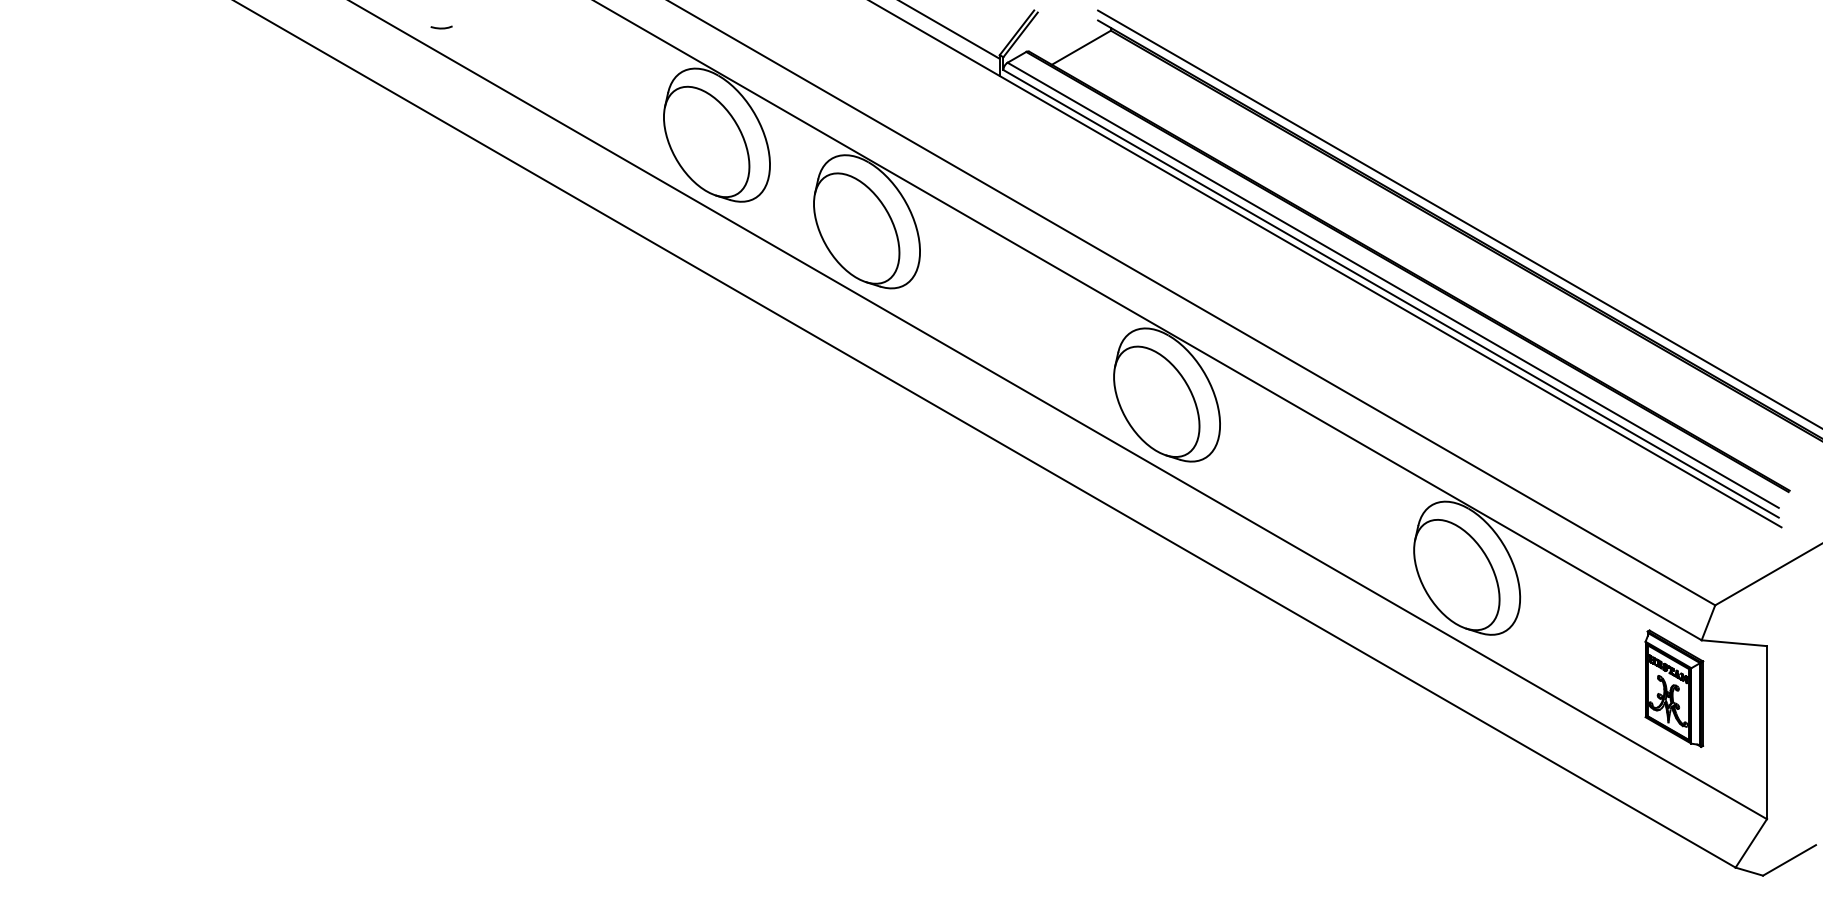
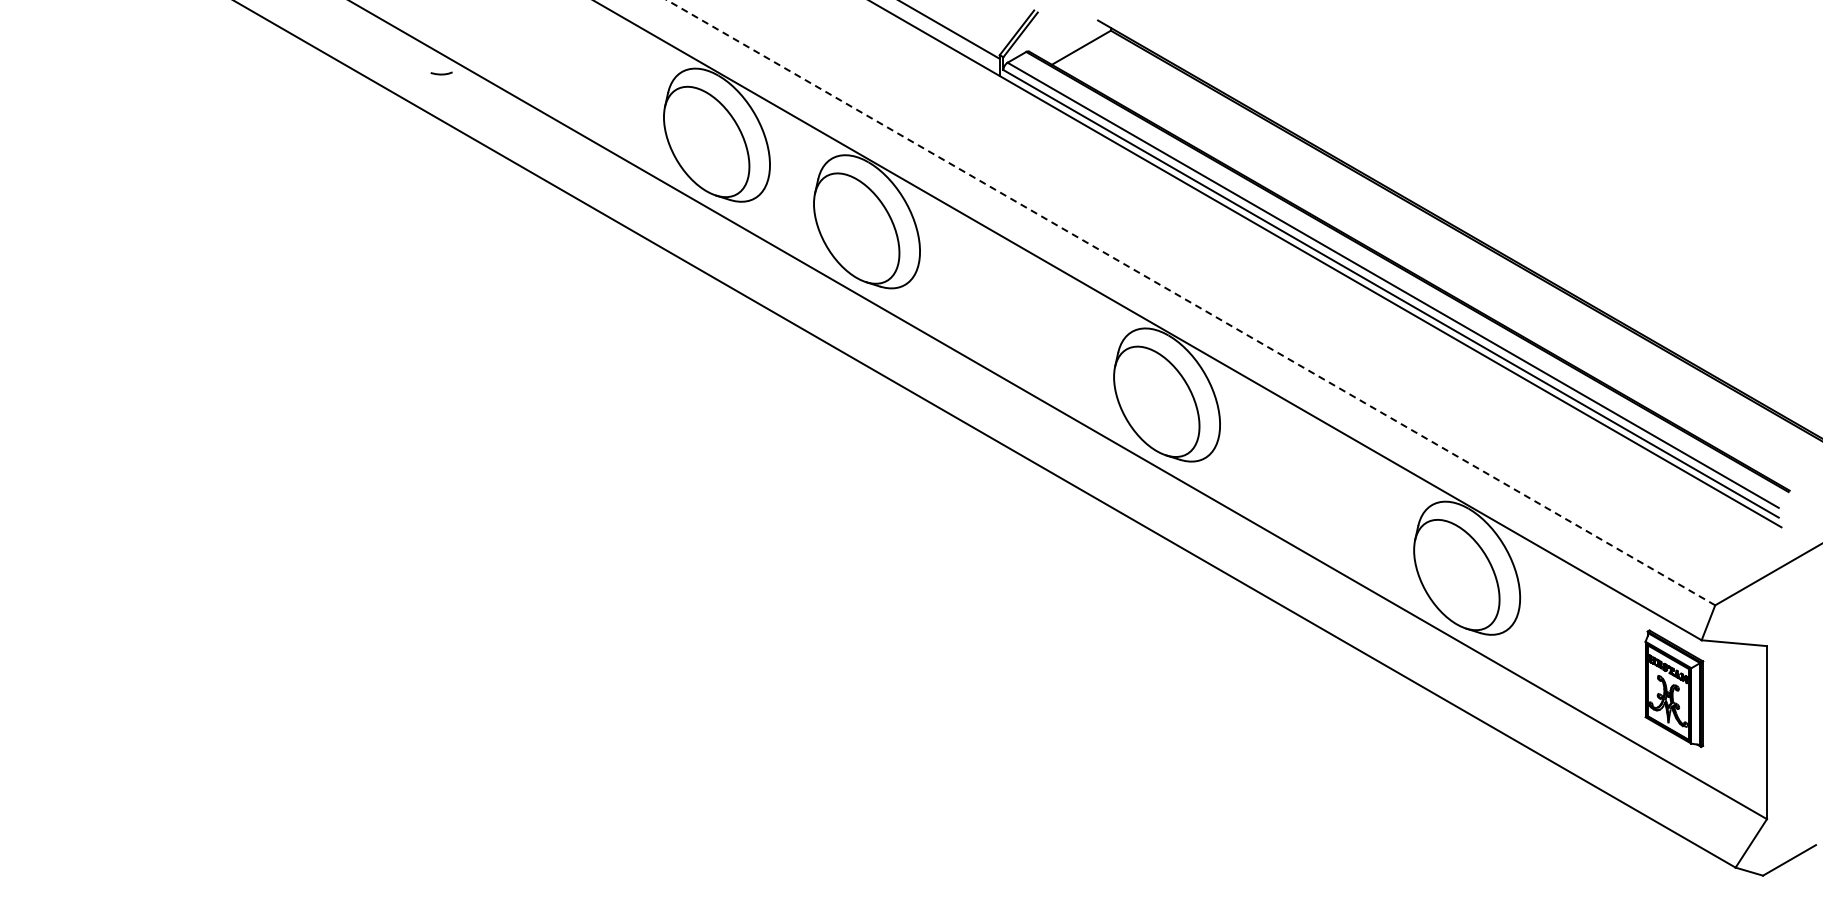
curve at (441, 27) position: (441, 27) -> (441, 73)
line at (1458, 218): present -> none
line at (1191, 302): solid -> dashed
